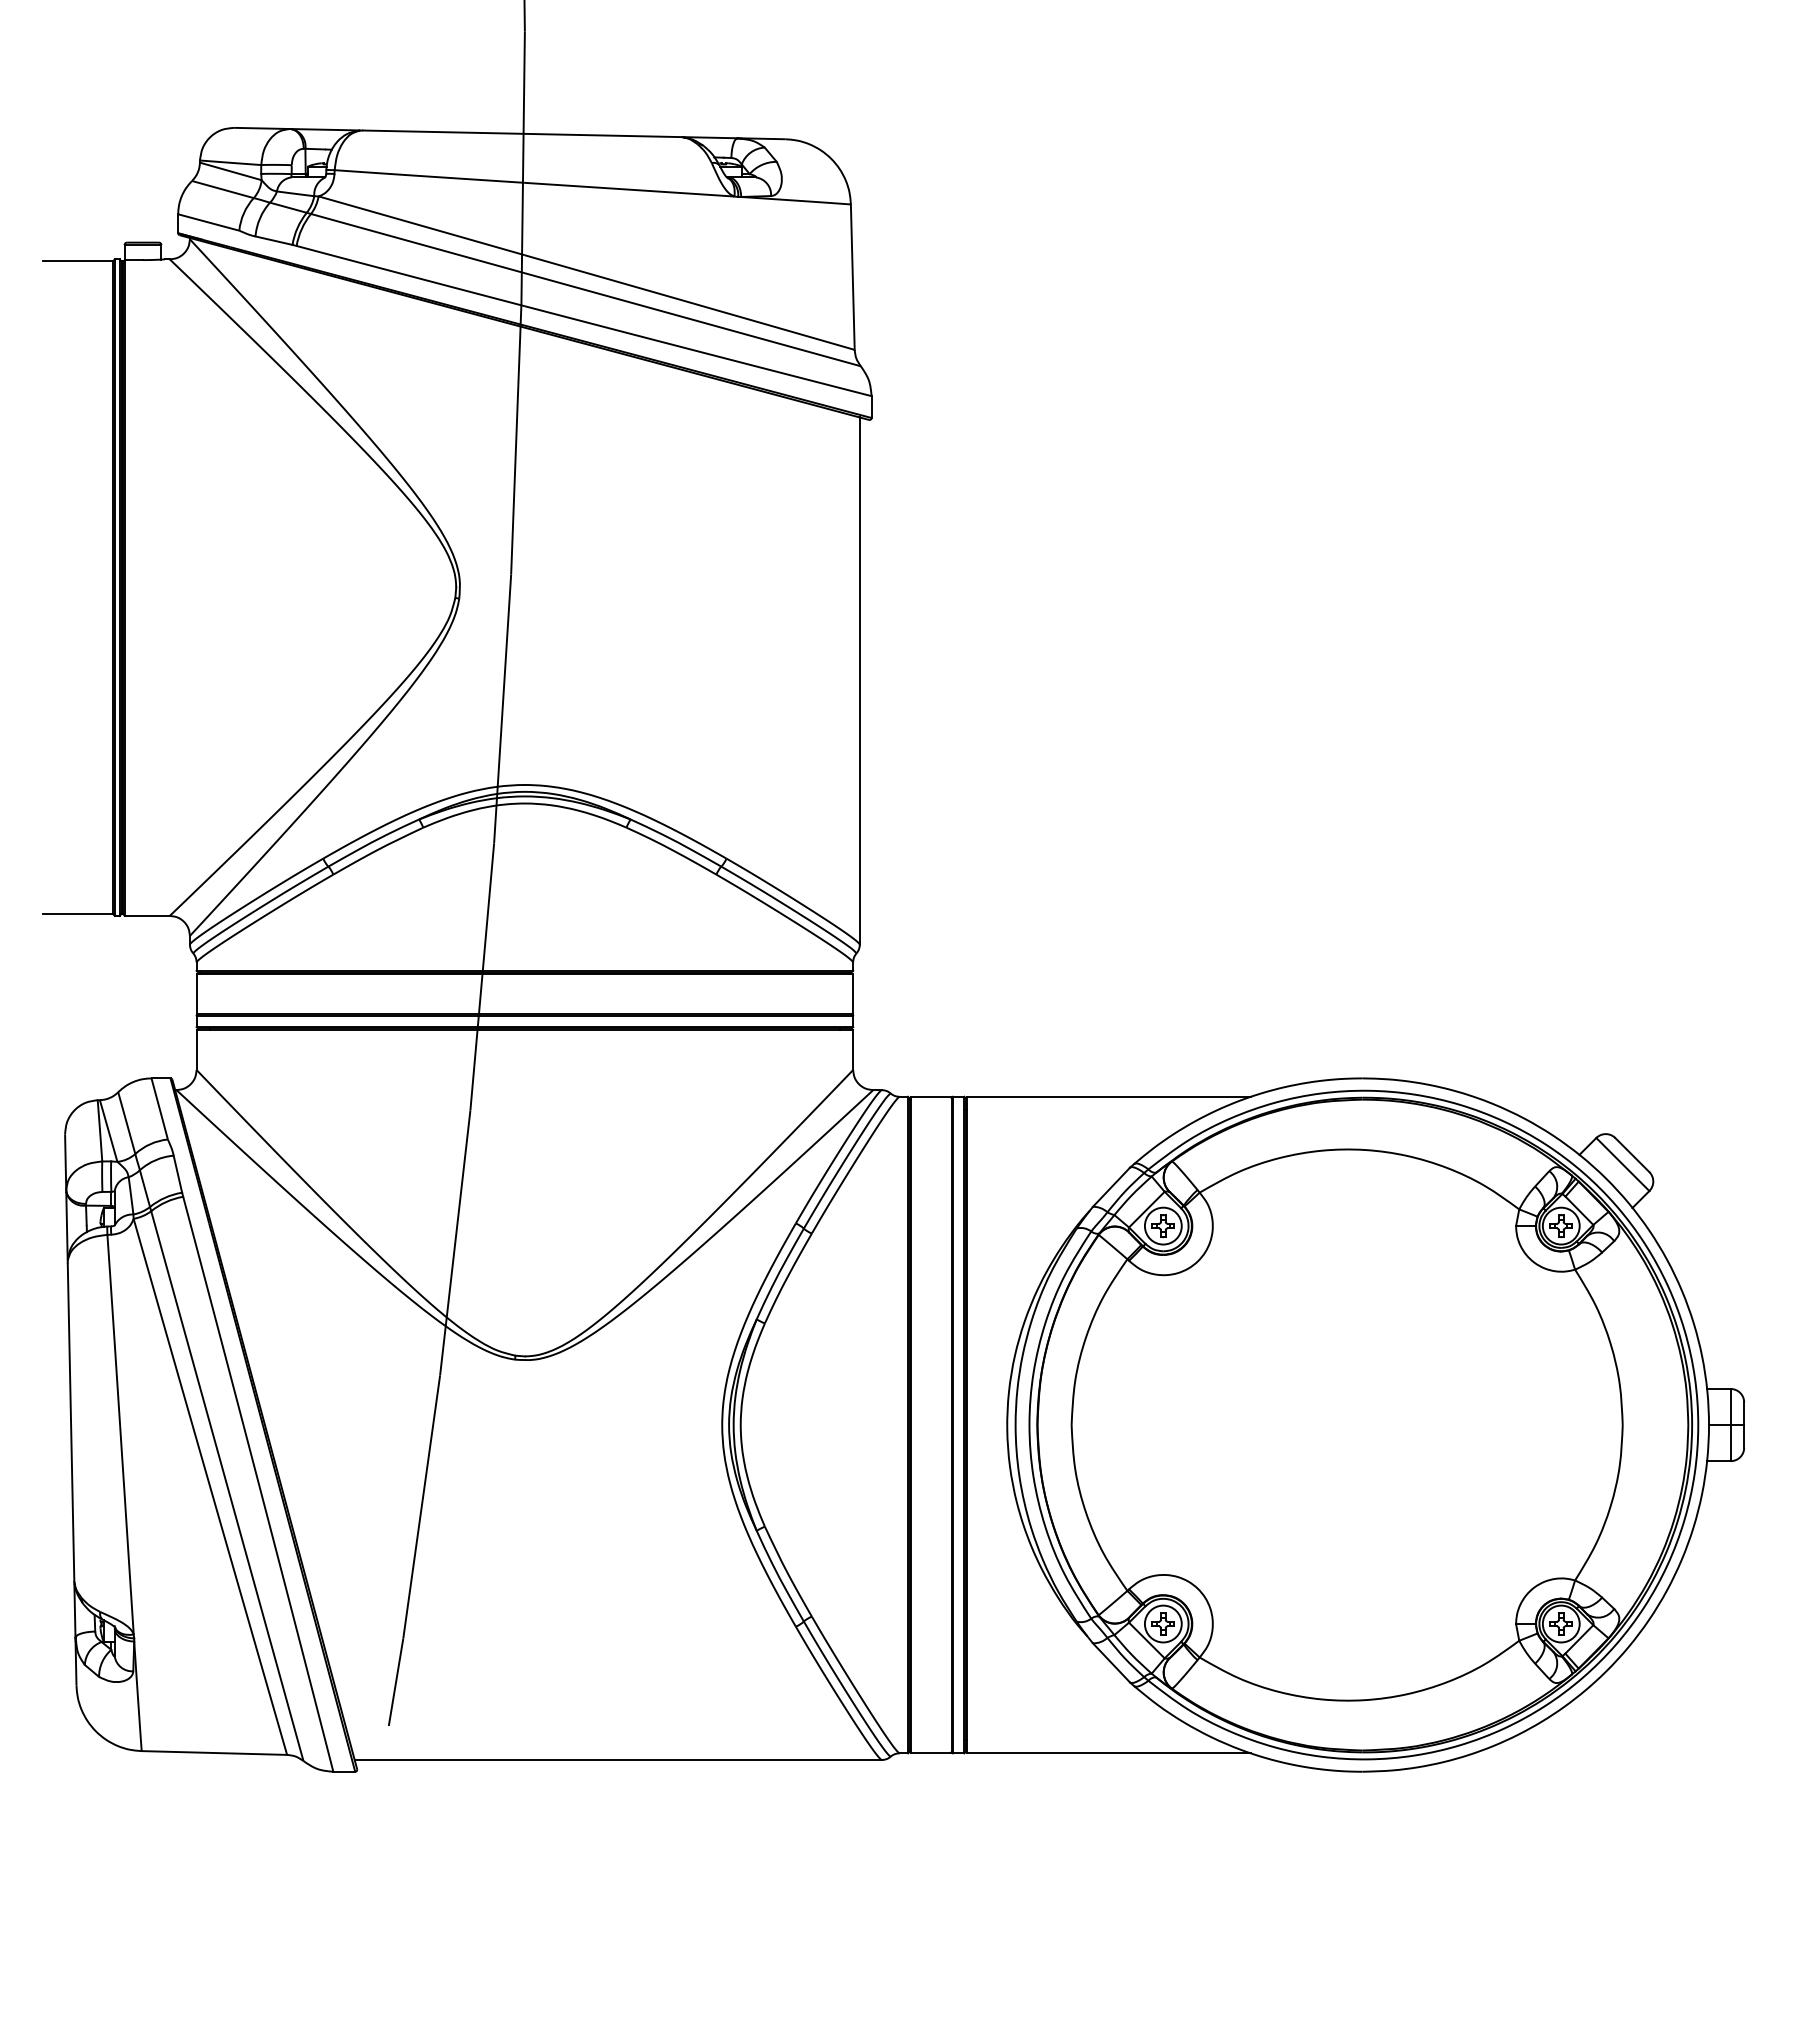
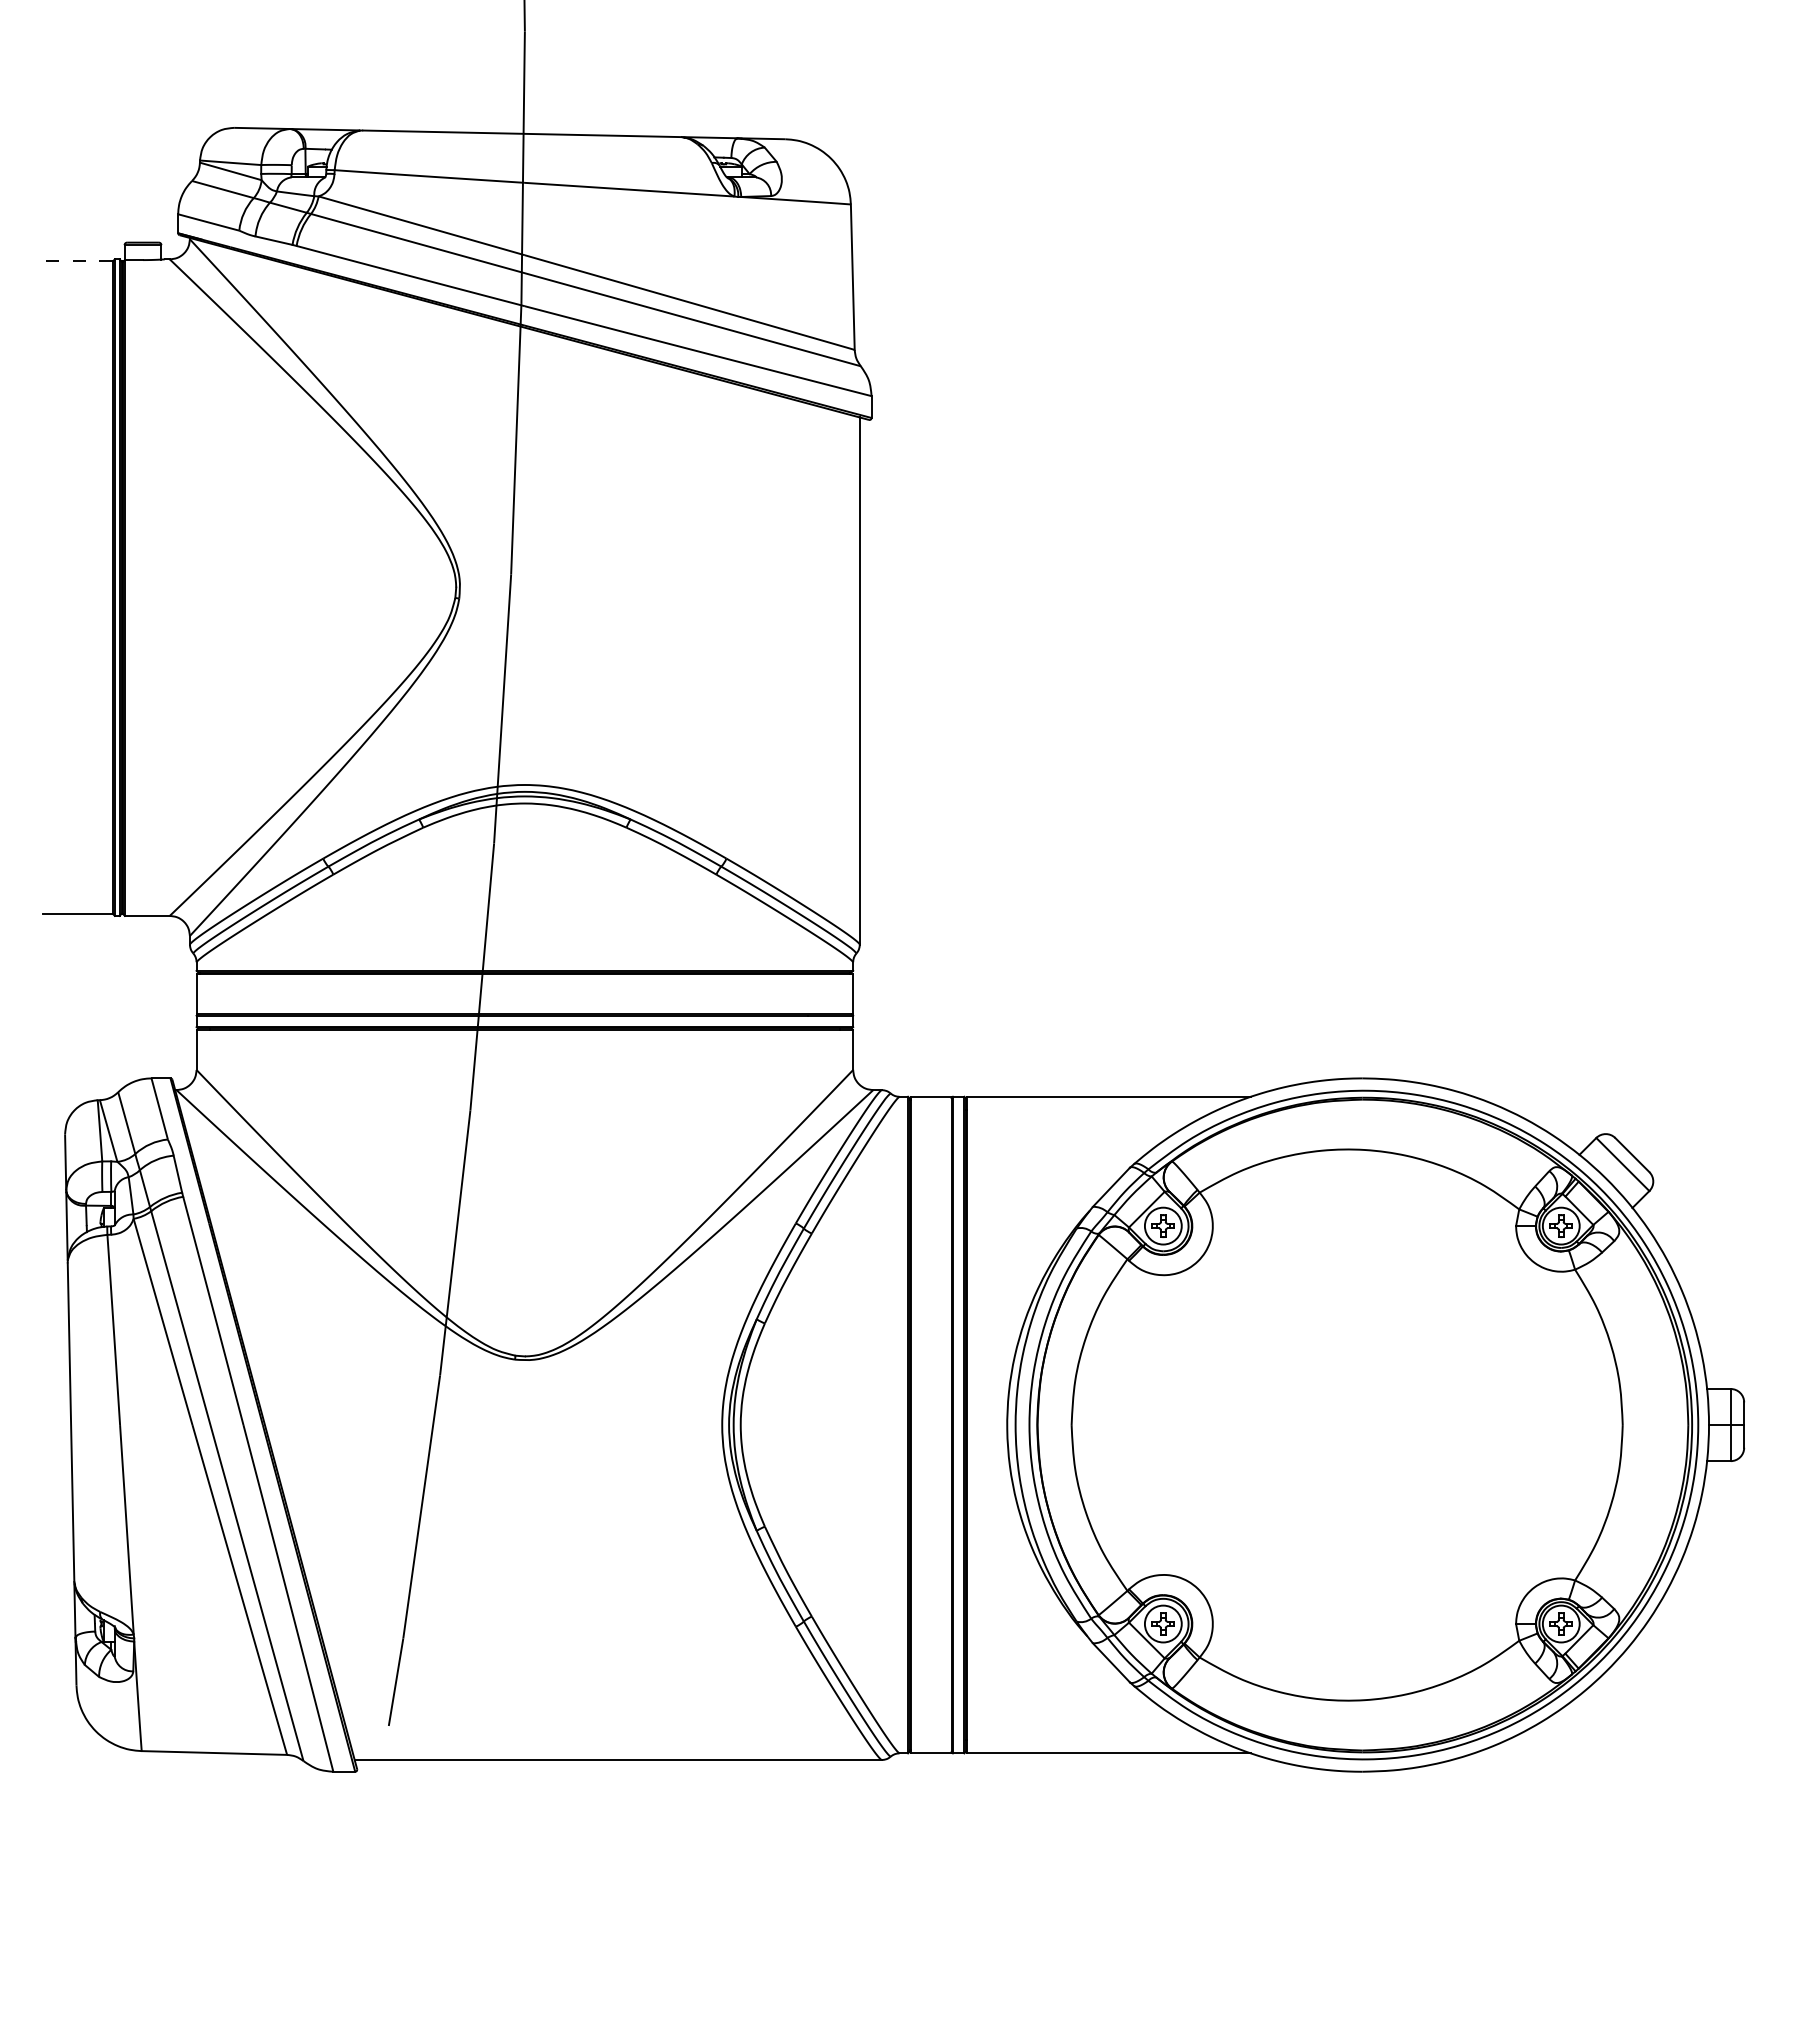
line at (77, 261): solid -> dashed
